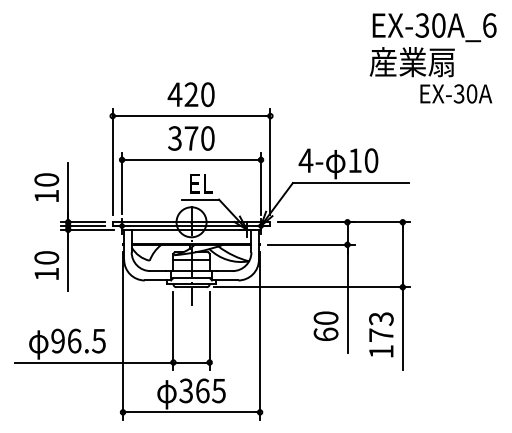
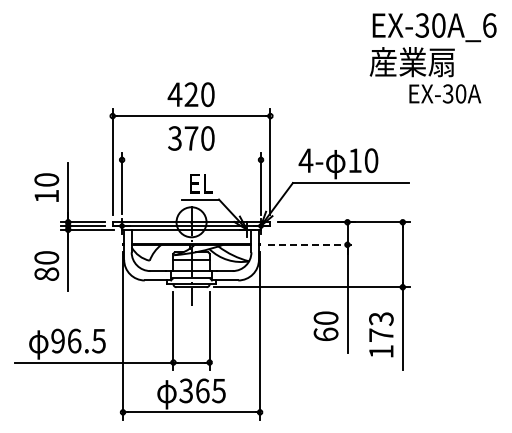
text at (456, 93) position: (456, 93) -> (445, 93)
line at (191, 159): present -> none
line at (311, 244): solid -> dashed
text at (46, 273): 10 -> 80
